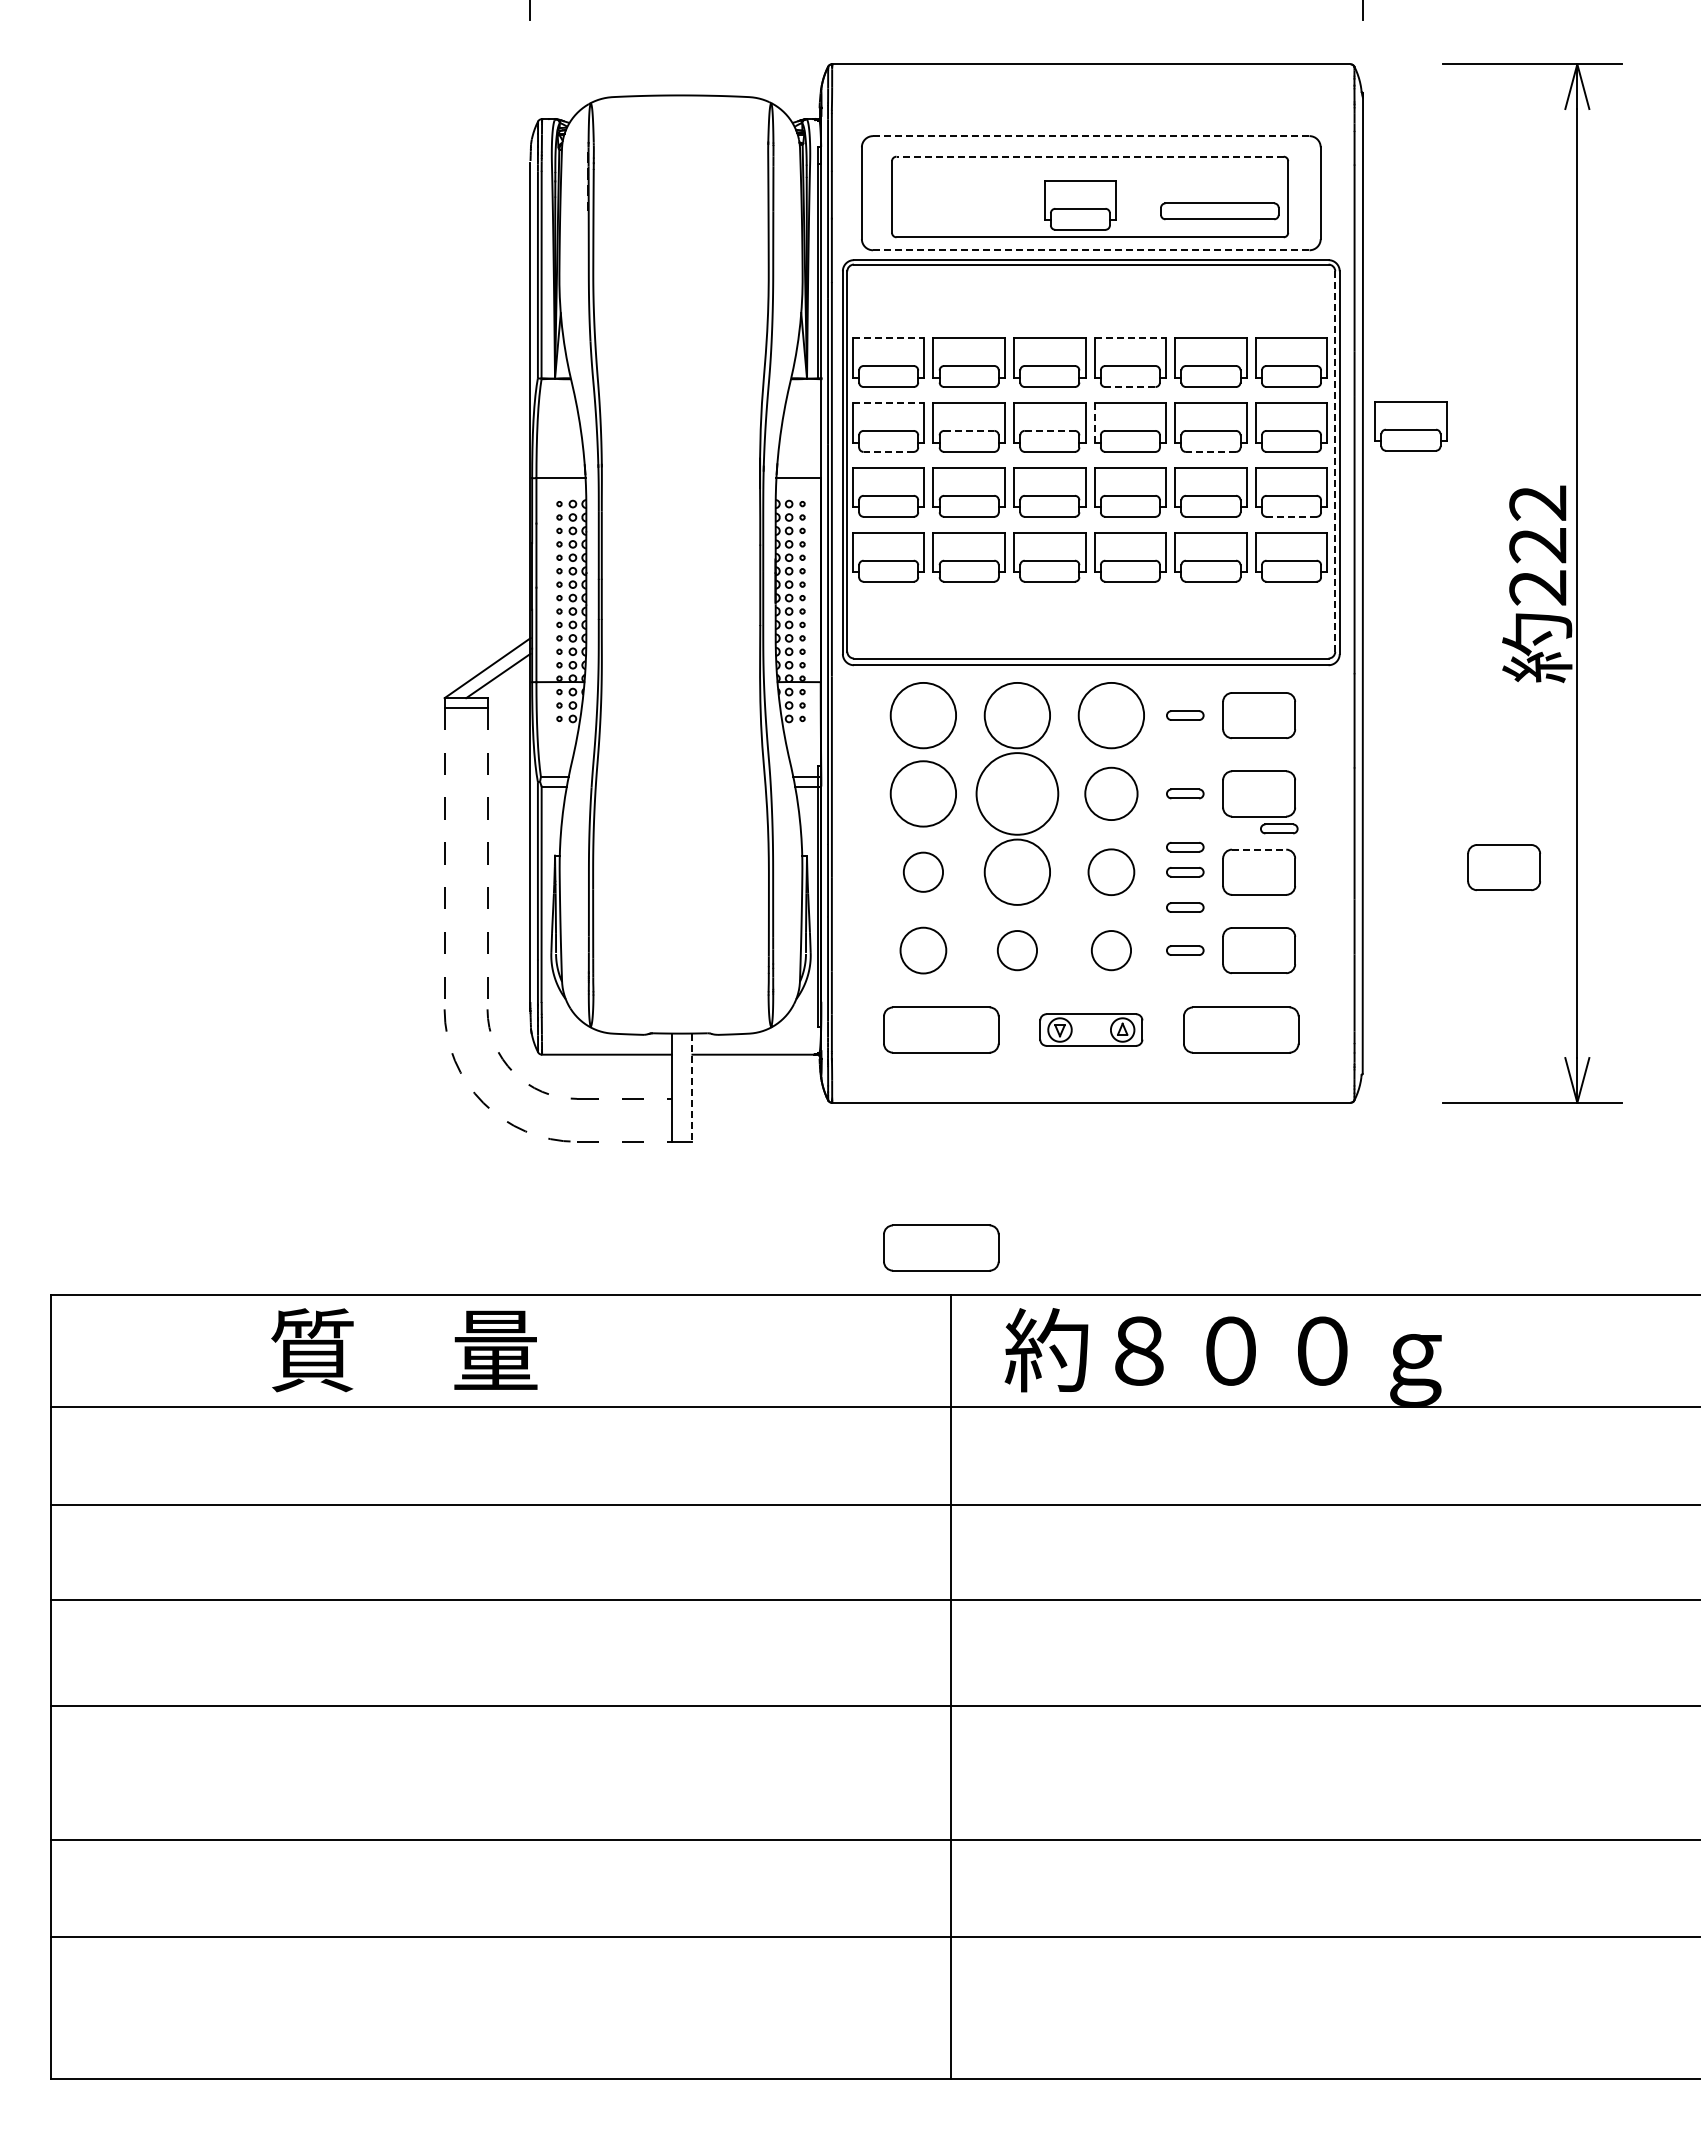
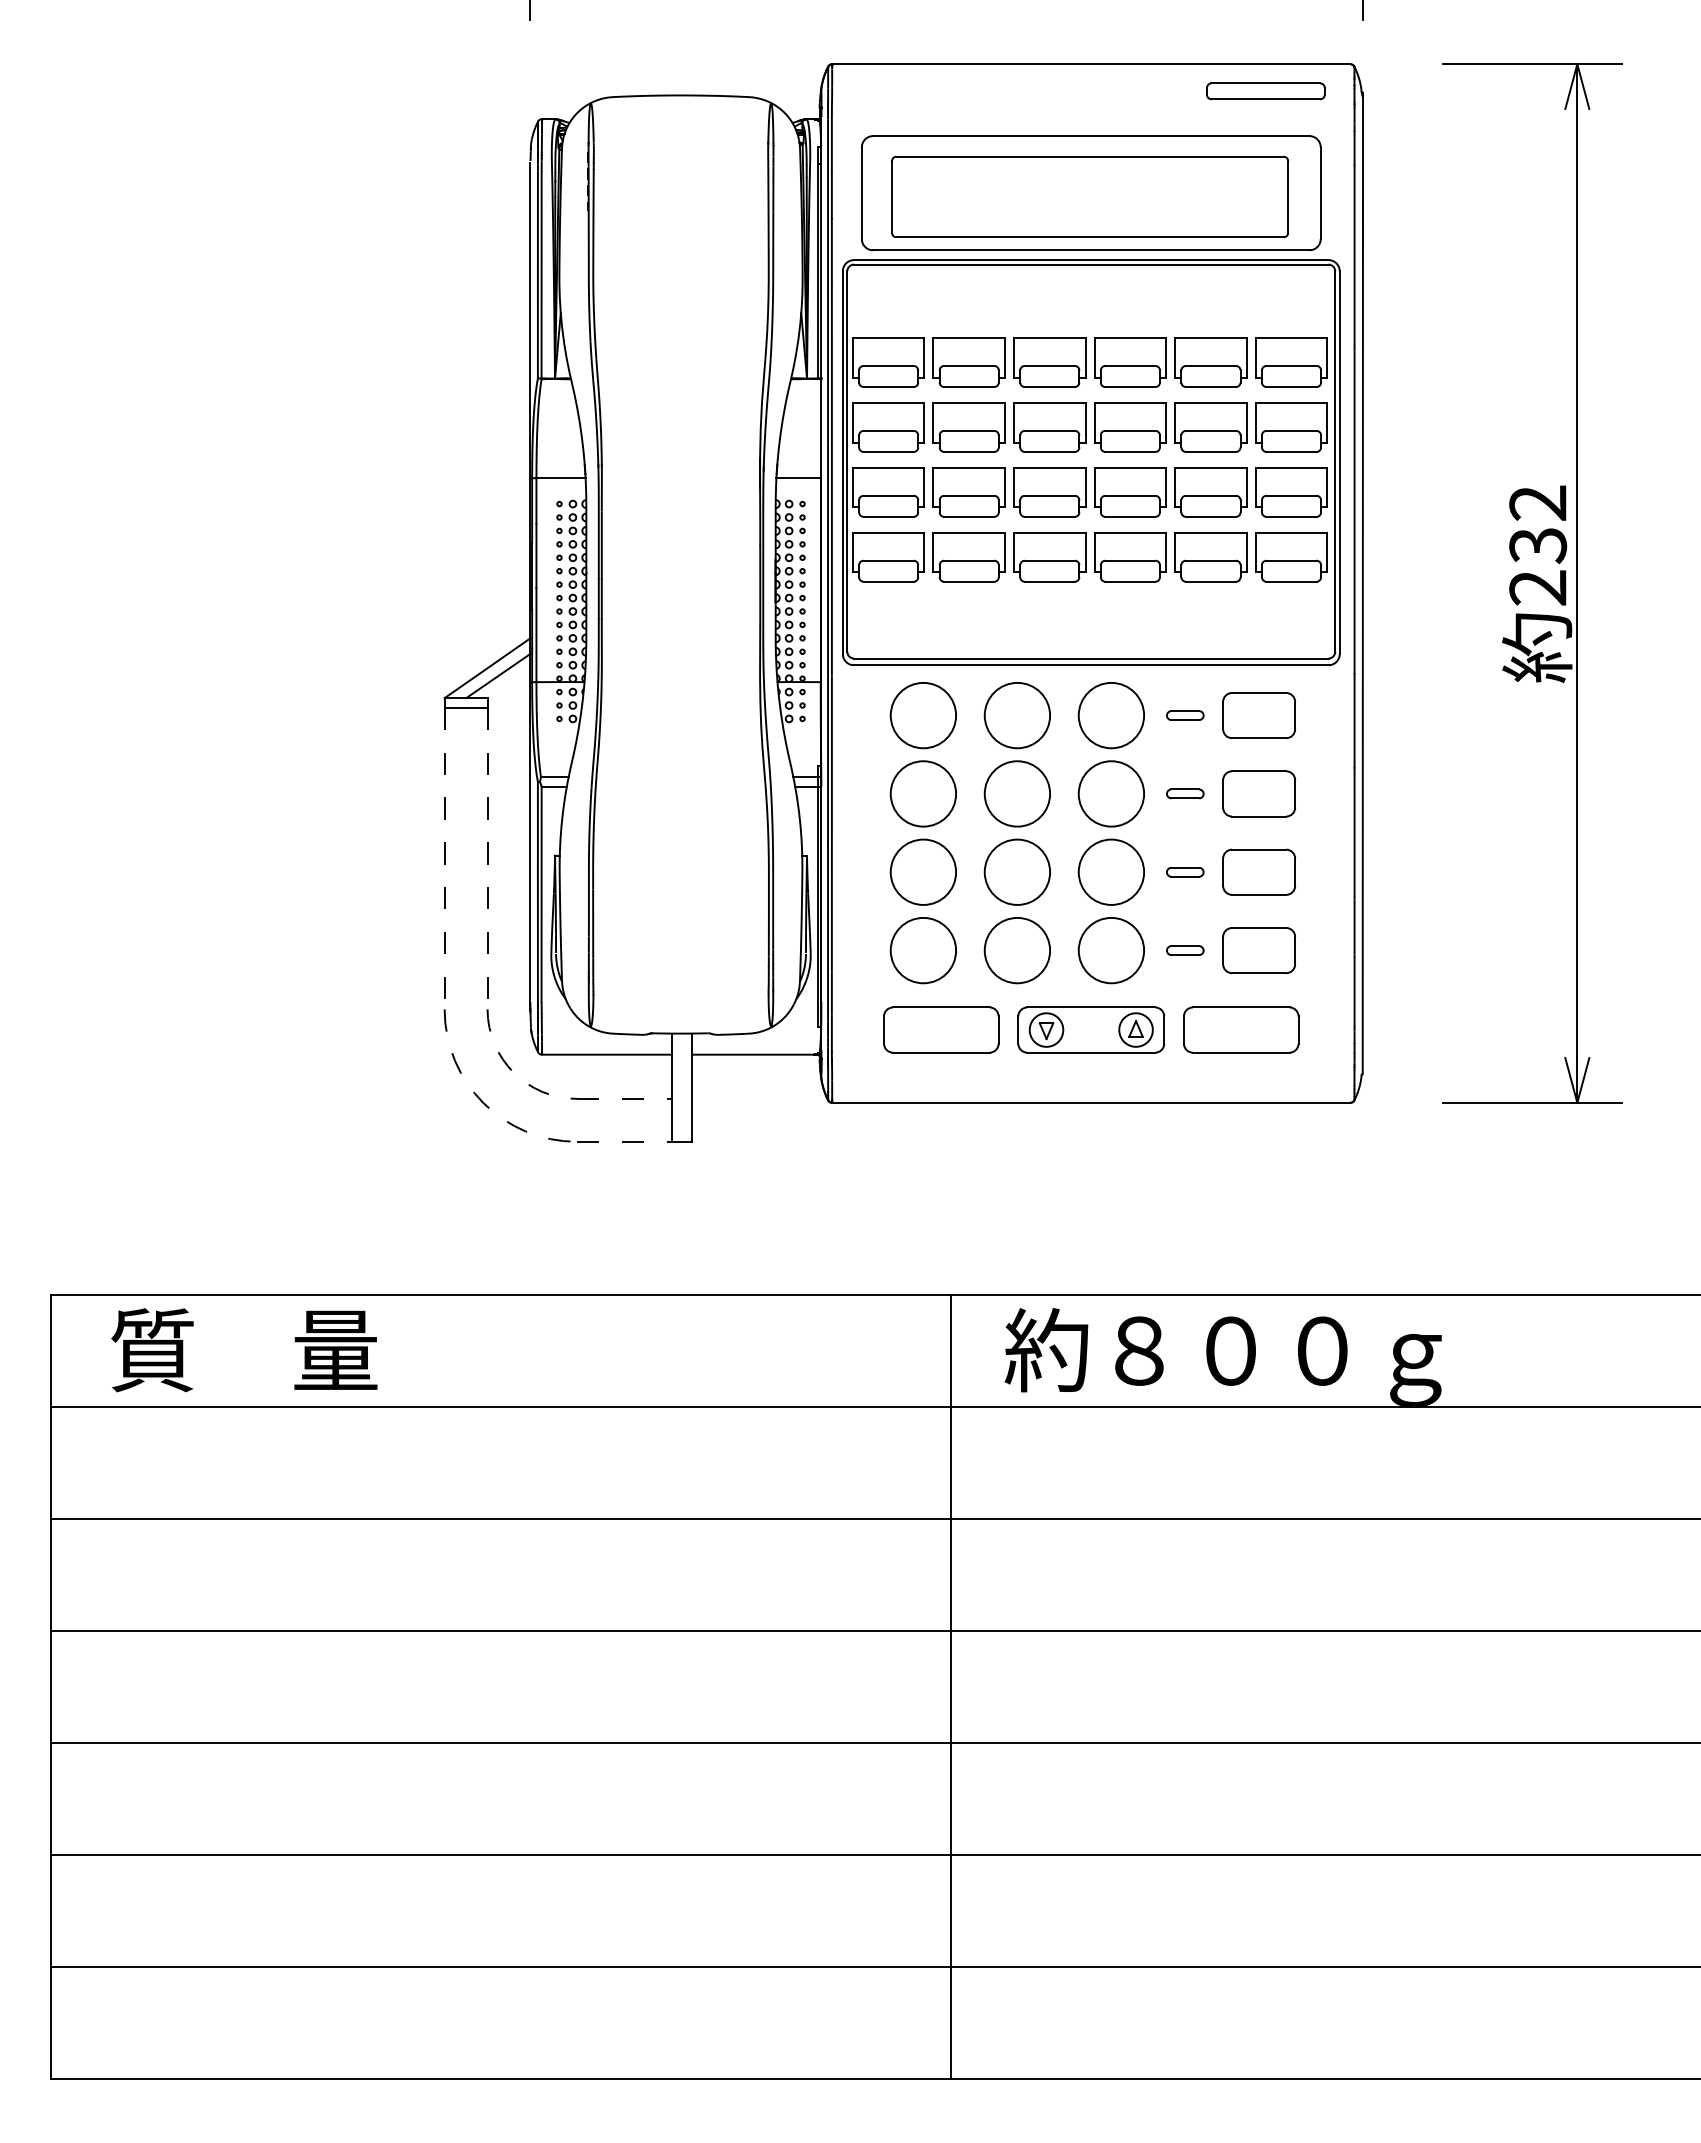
line at (1091, 136): dashed -> solid
line at (1090, 156): dashed -> solid
part at (1080, 205): present -> none
part at (1219, 211) position: (1219, 211) -> (1265, 91)
line at (1091, 250): dashed -> solid
line at (888, 338): dashed -> solid
line at (1130, 338): dashed -> solid
line at (1129, 387): dashed -> solid
line at (888, 403): dashed -> solid
line at (1094, 422): dashed -> solid
part at (1410, 426): present -> none
line at (969, 430): dashed -> solid
line at (1050, 430): dashed -> solid
line at (888, 451): dashed -> solid
line at (1210, 451): dashed -> solid
line at (1335, 461): dashed -> solid
line at (1291, 516): dashed -> solid
text at (1538, 546): 222 -> 232
circle at (1017, 793) diameter: 82 px -> 65 px
circle at (1111, 793) diameter: 52 px -> 65 px
part at (1279, 828): present -> none
part at (1185, 847): present -> none
line at (1259, 849): dashed -> solid
part at (1503, 867): present -> none
circle at (923, 871) diameter: 39 px -> 65 px
circle at (1111, 872) diameter: 46 px -> 65 px
part at (1185, 907): present -> none
circle at (923, 950) diameter: 46 px -> 65 px
circle at (1017, 950) diameter: 39 px -> 65 px
circle at (1111, 950) diameter: 39 px -> 65 px
part at (1091, 1029) size: 105x34 px -> 149x48 px
line at (692, 1088): dashed -> solid
part at (941, 1247): present -> none
text at (404, 1350) position: (404, 1350) -> (244, 1350)
line at (873, 1505) position: (873, 1505) -> (873, 1519)
line at (873, 1600) position: (873, 1600) -> (873, 1631)
line at (873, 1705) position: (873, 1705) -> (873, 1742)
line at (873, 1839) position: (873, 1839) -> (873, 1854)
line at (873, 1936) position: (873, 1936) -> (873, 1966)
